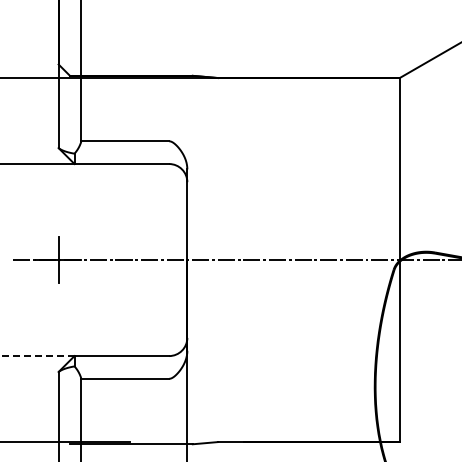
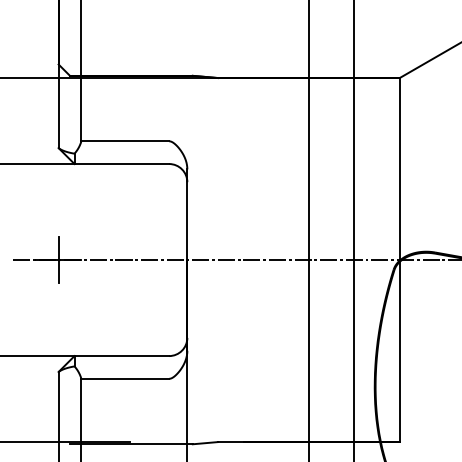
line at (308, 230): none -> present
line at (354, 230): none -> present
line at (37, 356): dashed -> solid
